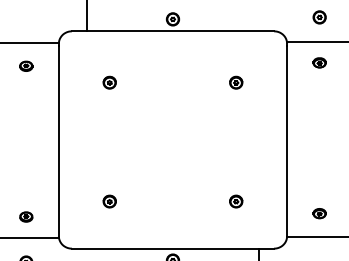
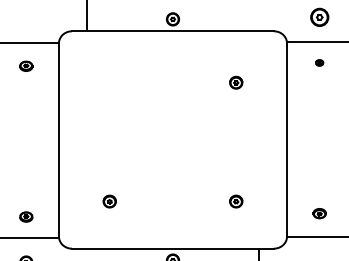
part at (319, 17) size: 15x15 px -> 20x20 px
part at (319, 62) size: 15x12 px -> 10x8 px
part at (109, 82): present -> none
